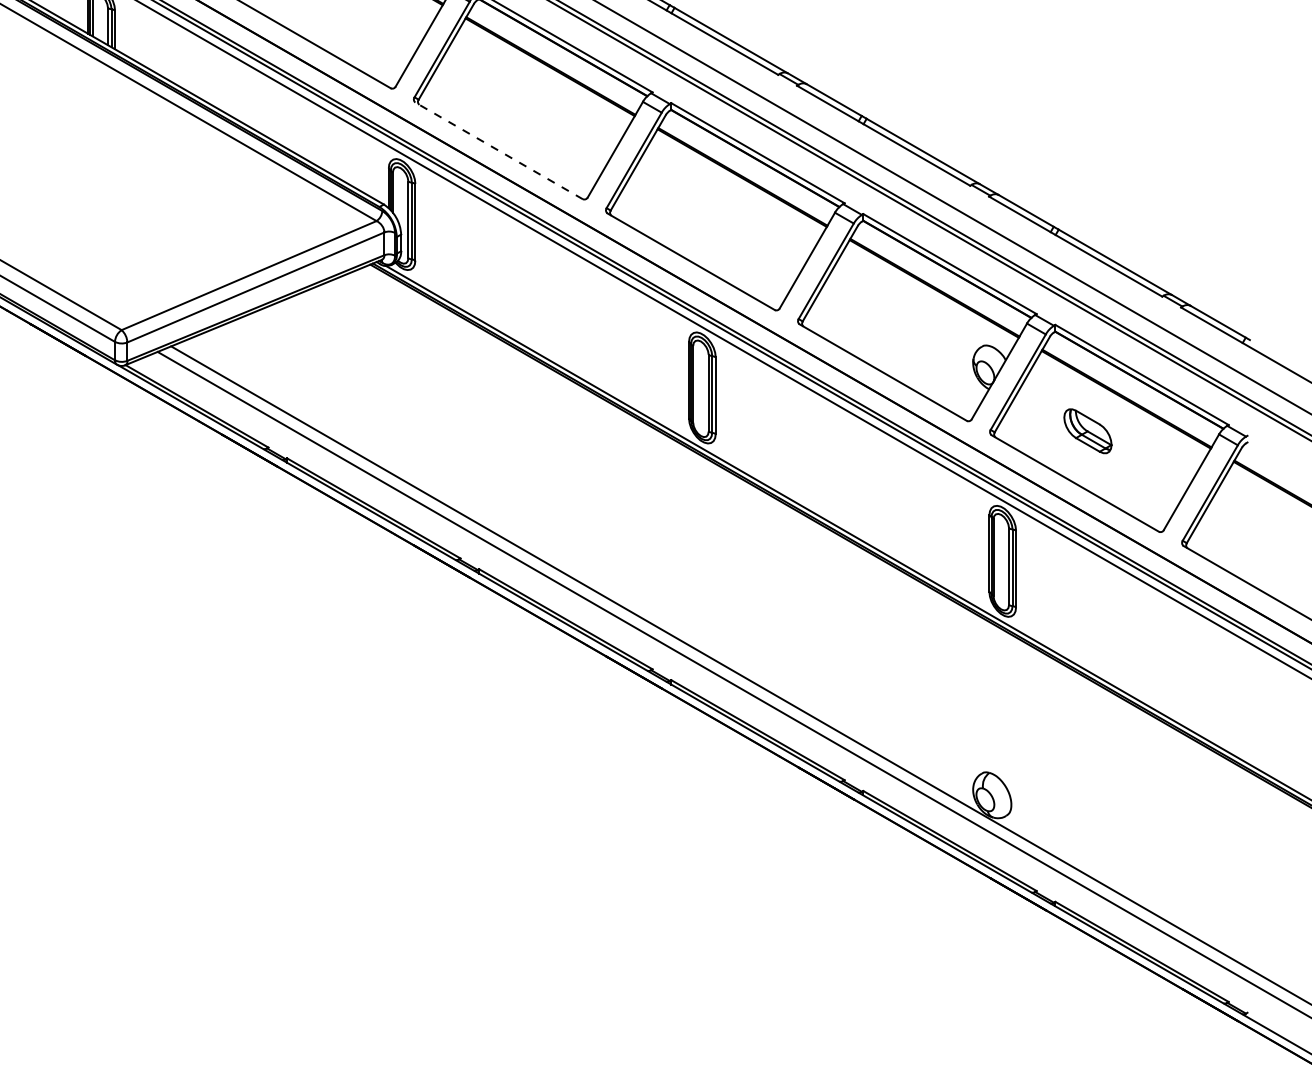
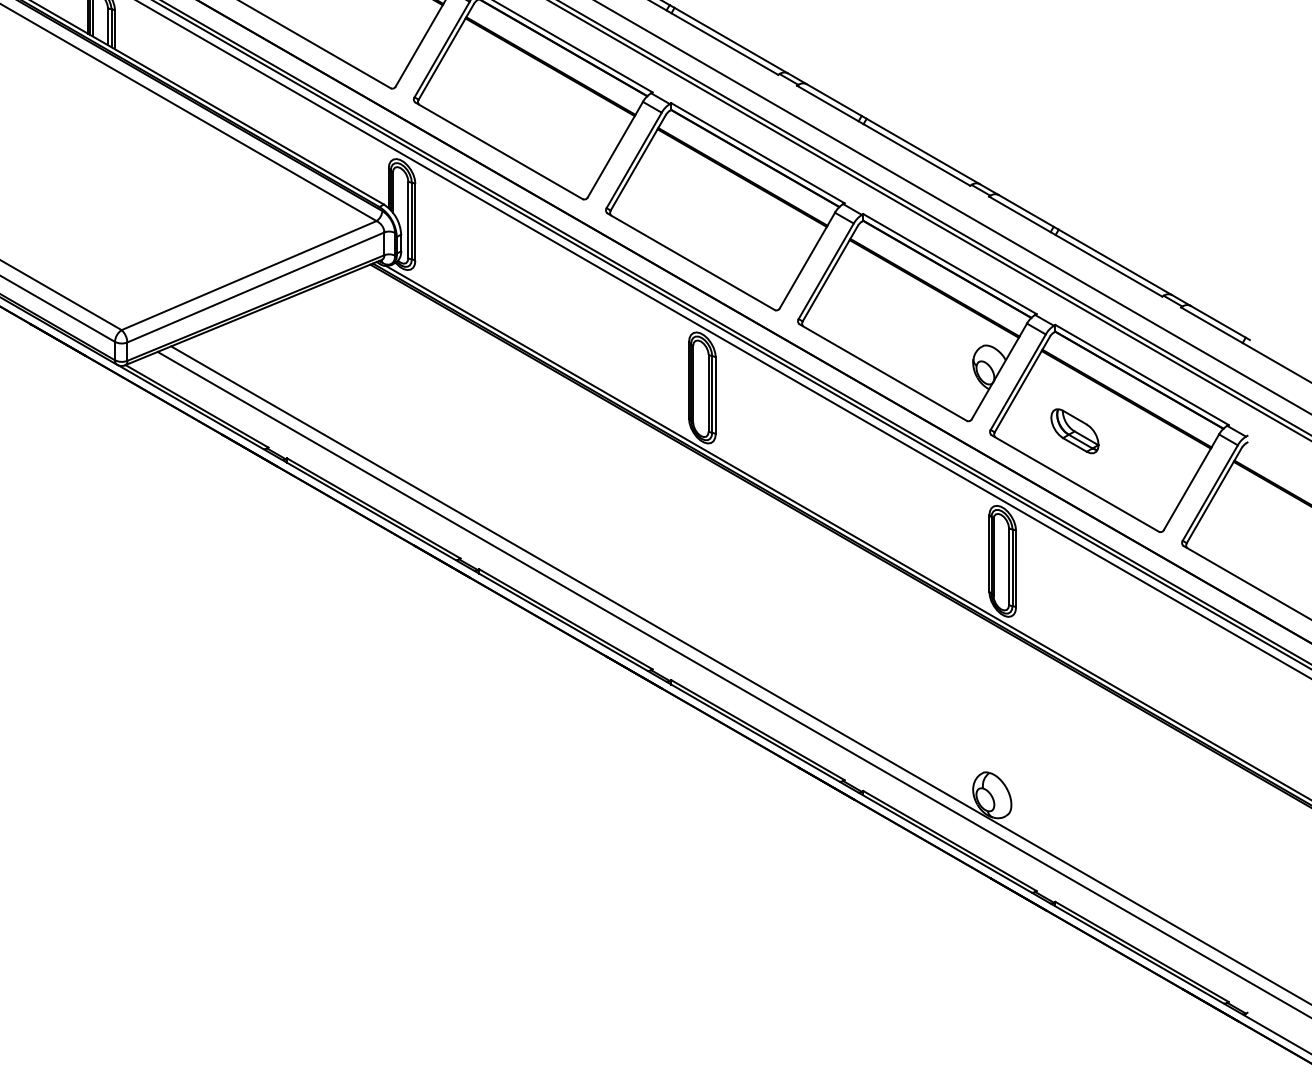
line at (499, 150): dashed -> solid
part at (1087, 431) position: (1087, 431) -> (1074, 431)
